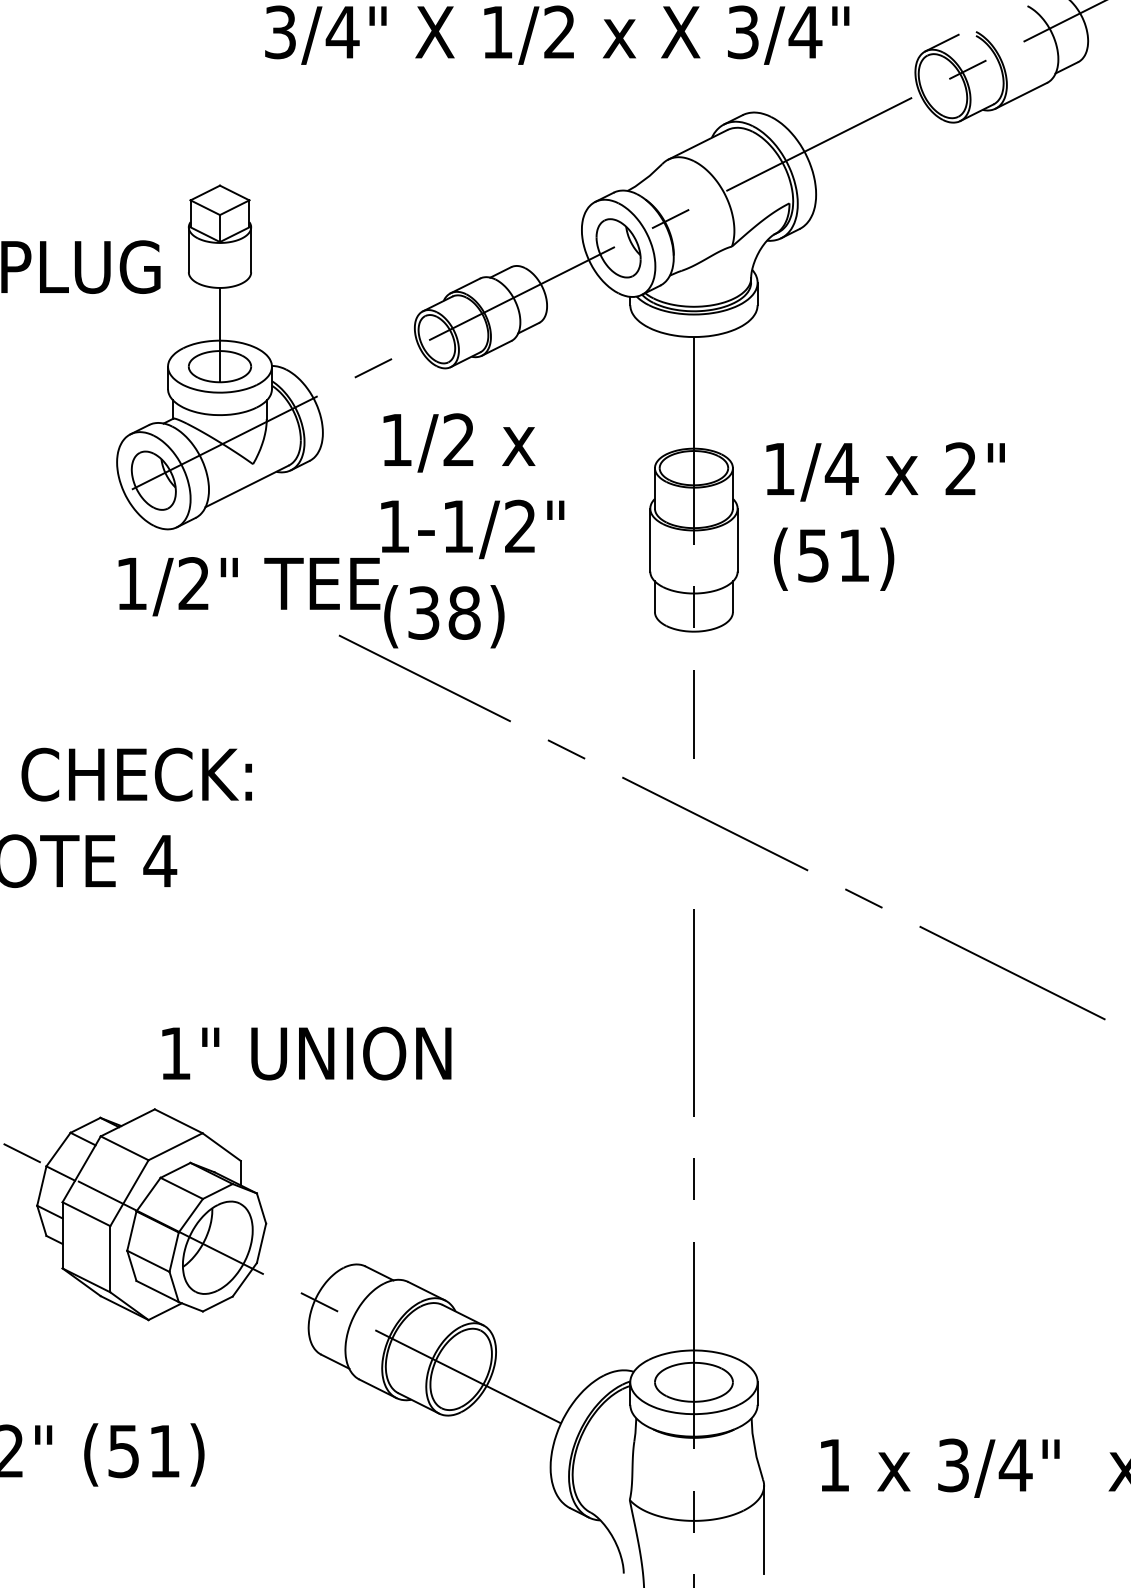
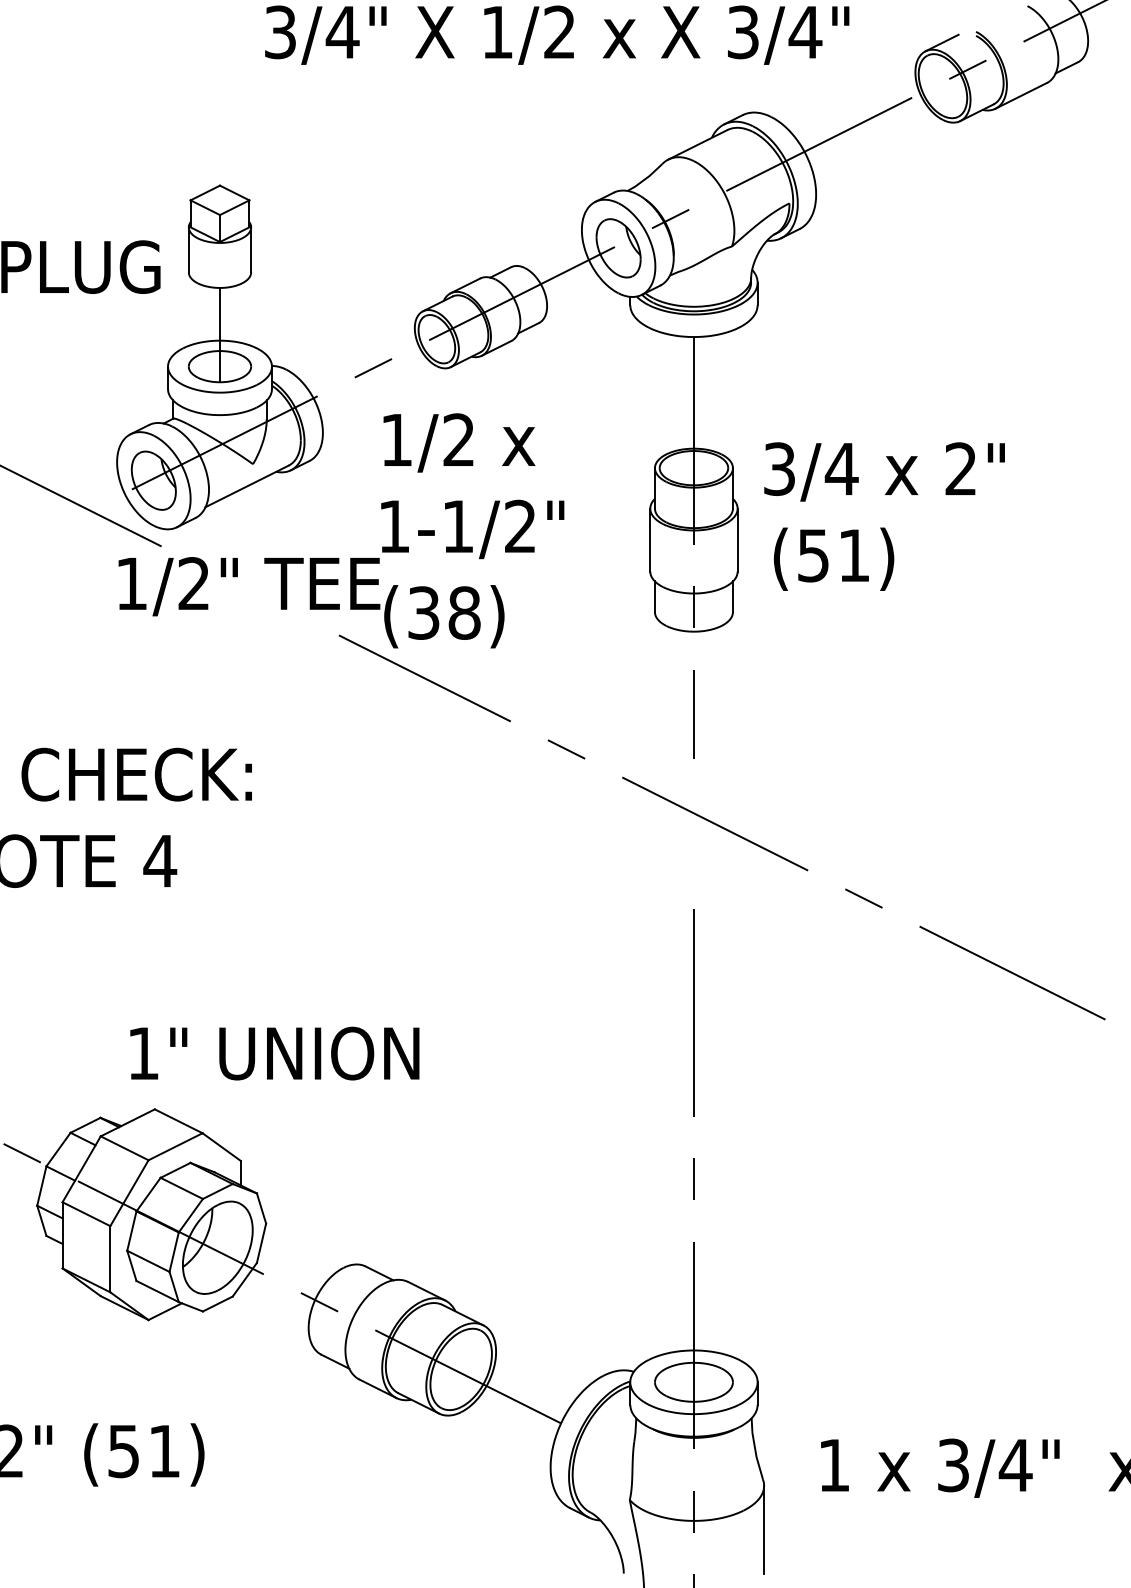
text at (779, 468): 1/4 -> 3/4
line at (81, 506): none -> present
text at (306, 1053) position: (306, 1053) -> (274, 1053)
